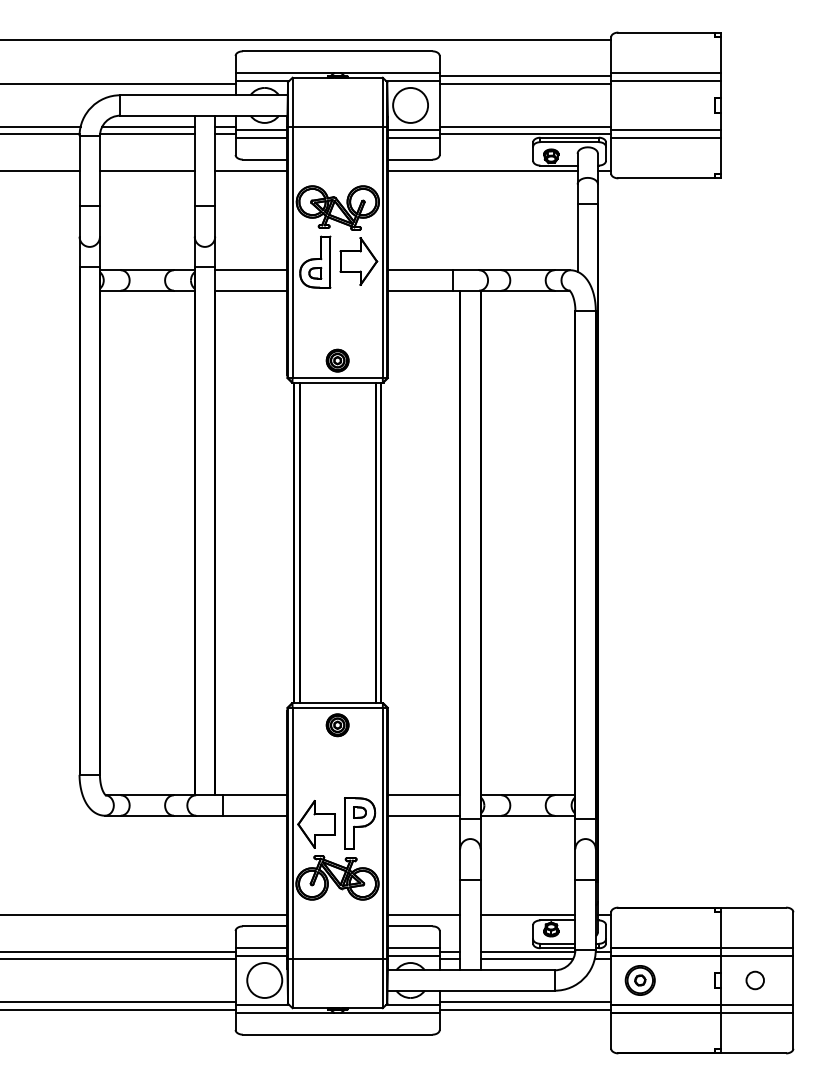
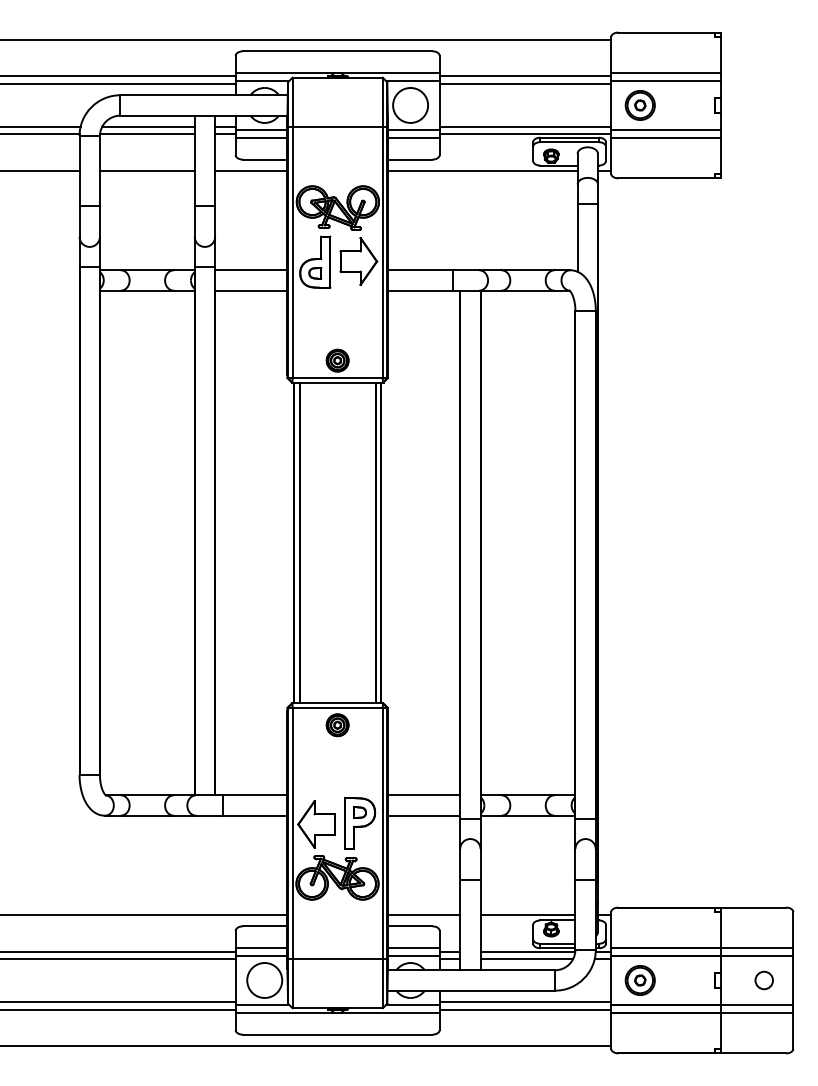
line at (118, 76): none -> present
part at (639, 105): none -> present
circle at (754, 980) position: (754, 980) -> (763, 980)
line at (306, 1046): none -> present
